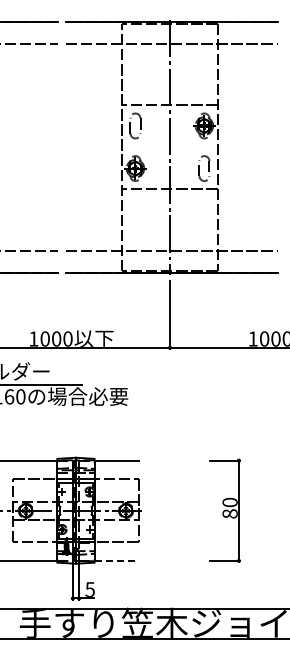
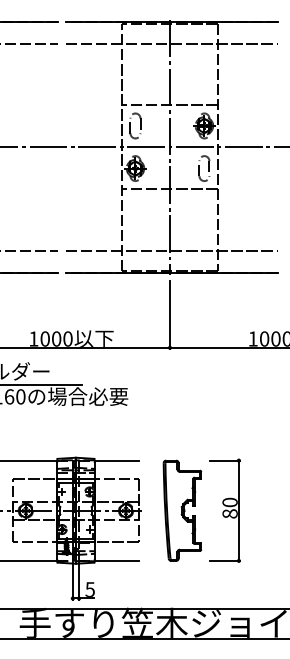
line at (144, 147): none -> present
part at (182, 510): none -> present
line at (116, 560): dashed -> solid
